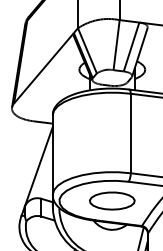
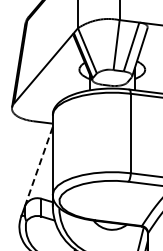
line at (38, 167): solid -> dashed
part at (112, 200): present -> none
